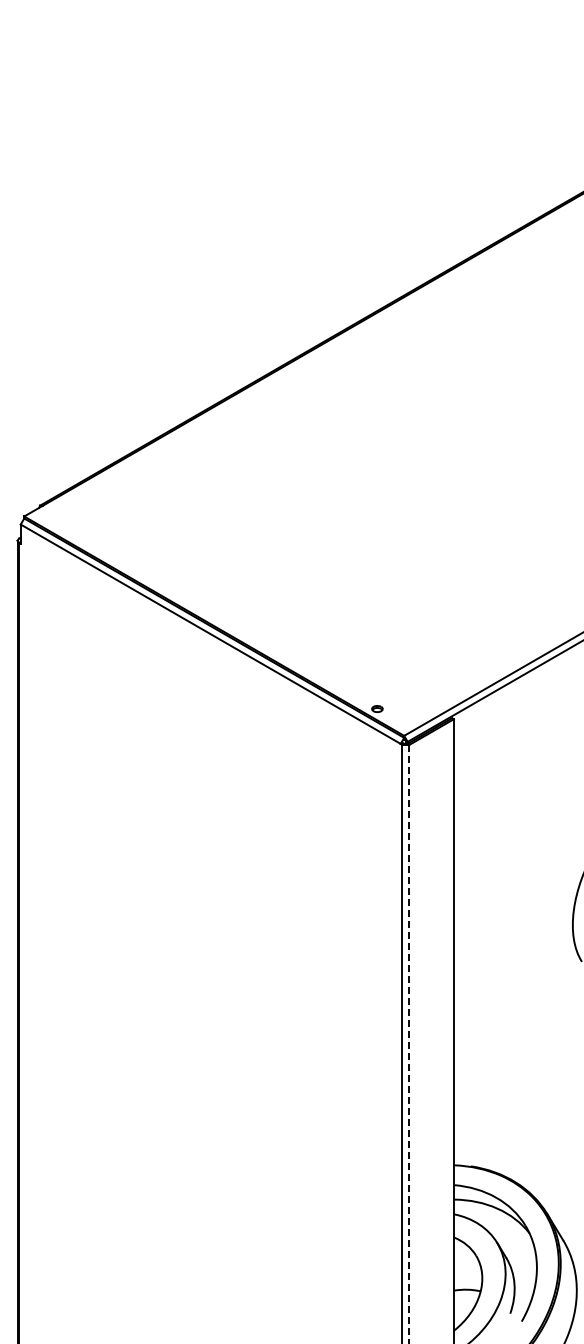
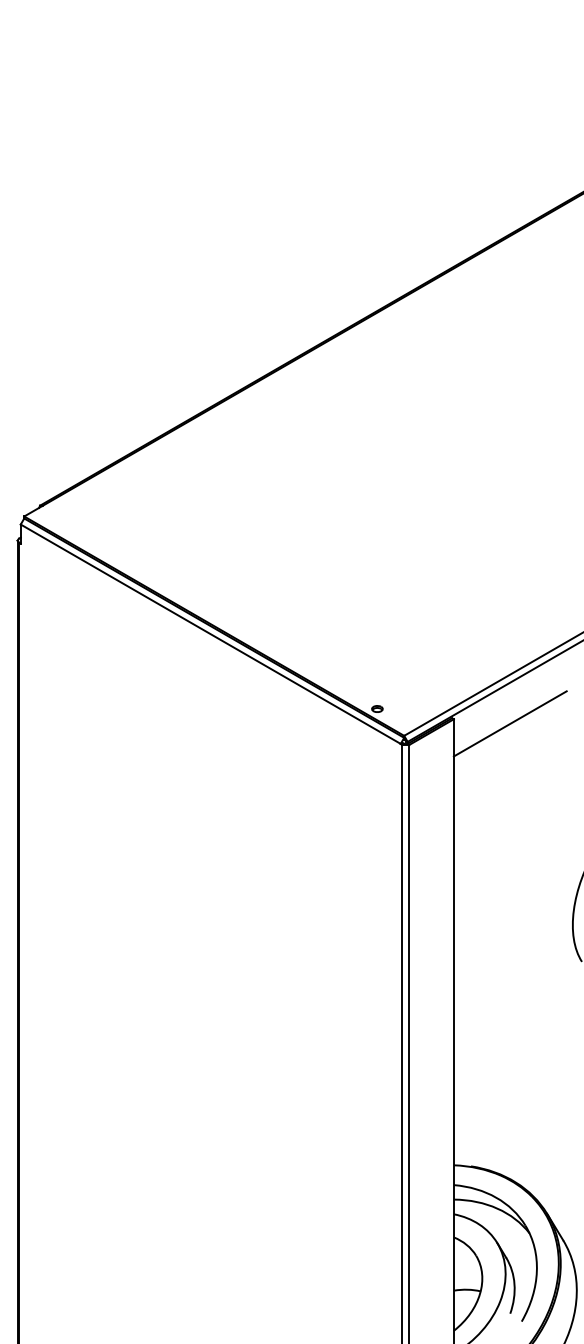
line at (509, 723): none -> present
line at (409, 1044): dashed -> solid
